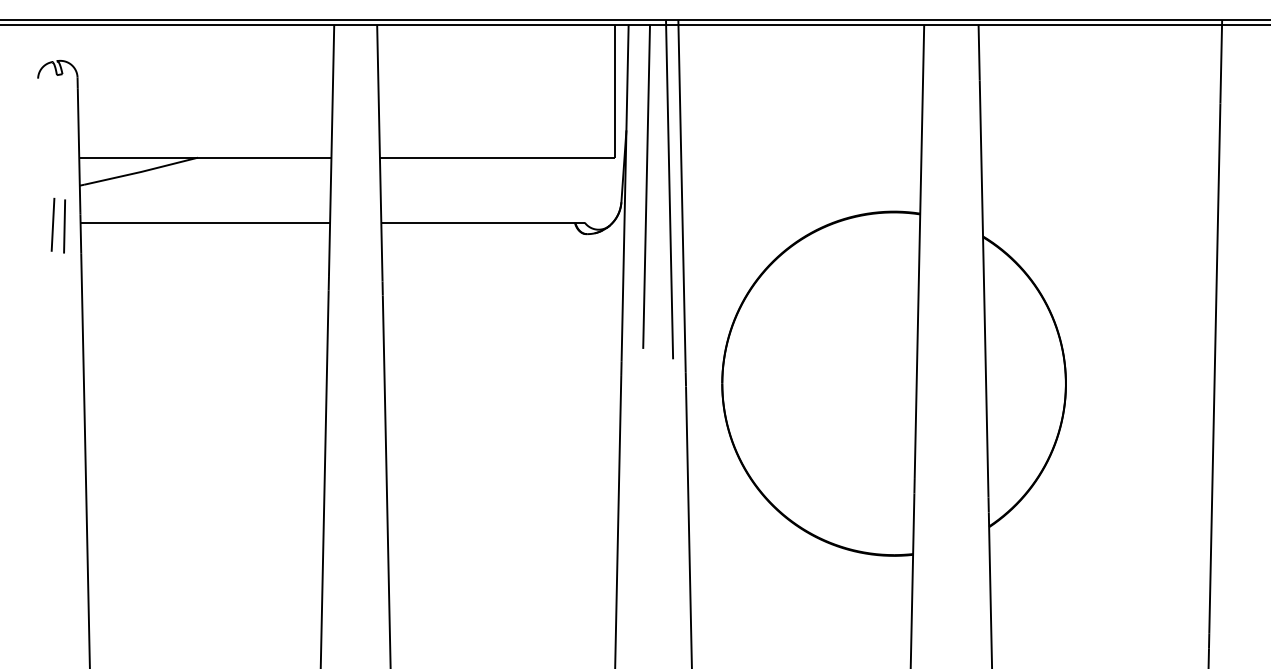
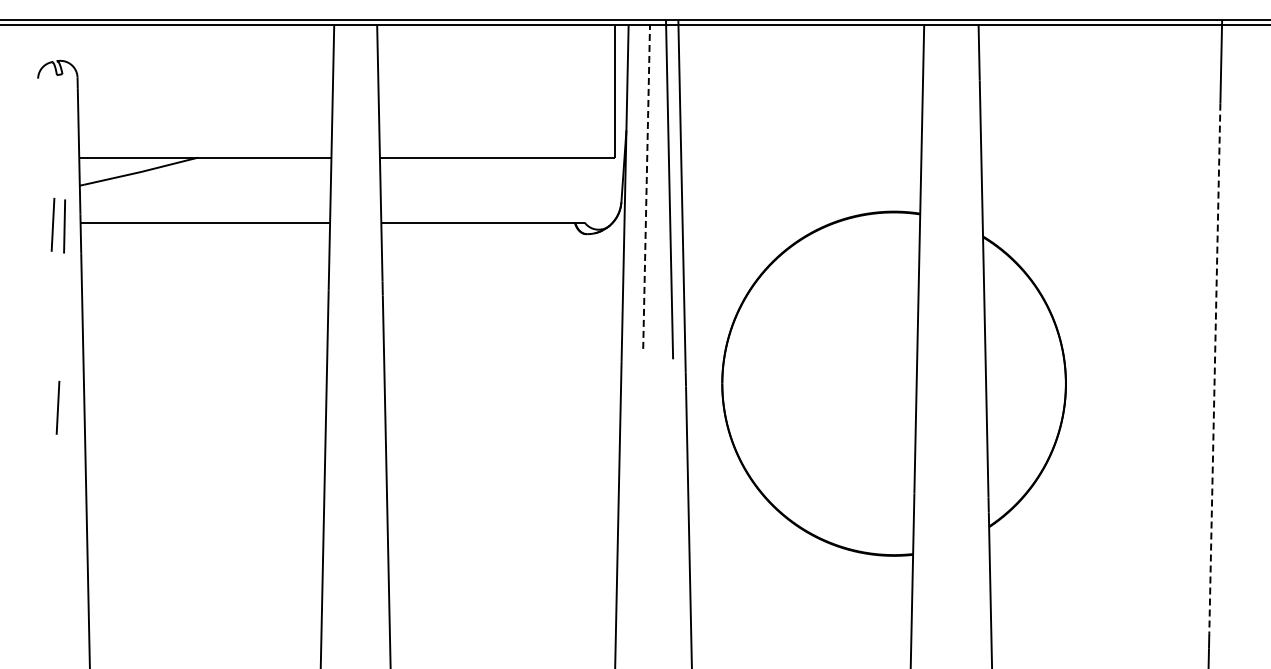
line at (646, 186): solid -> dashed
line at (1214, 368): solid -> dashed
line at (57, 407): none -> present
